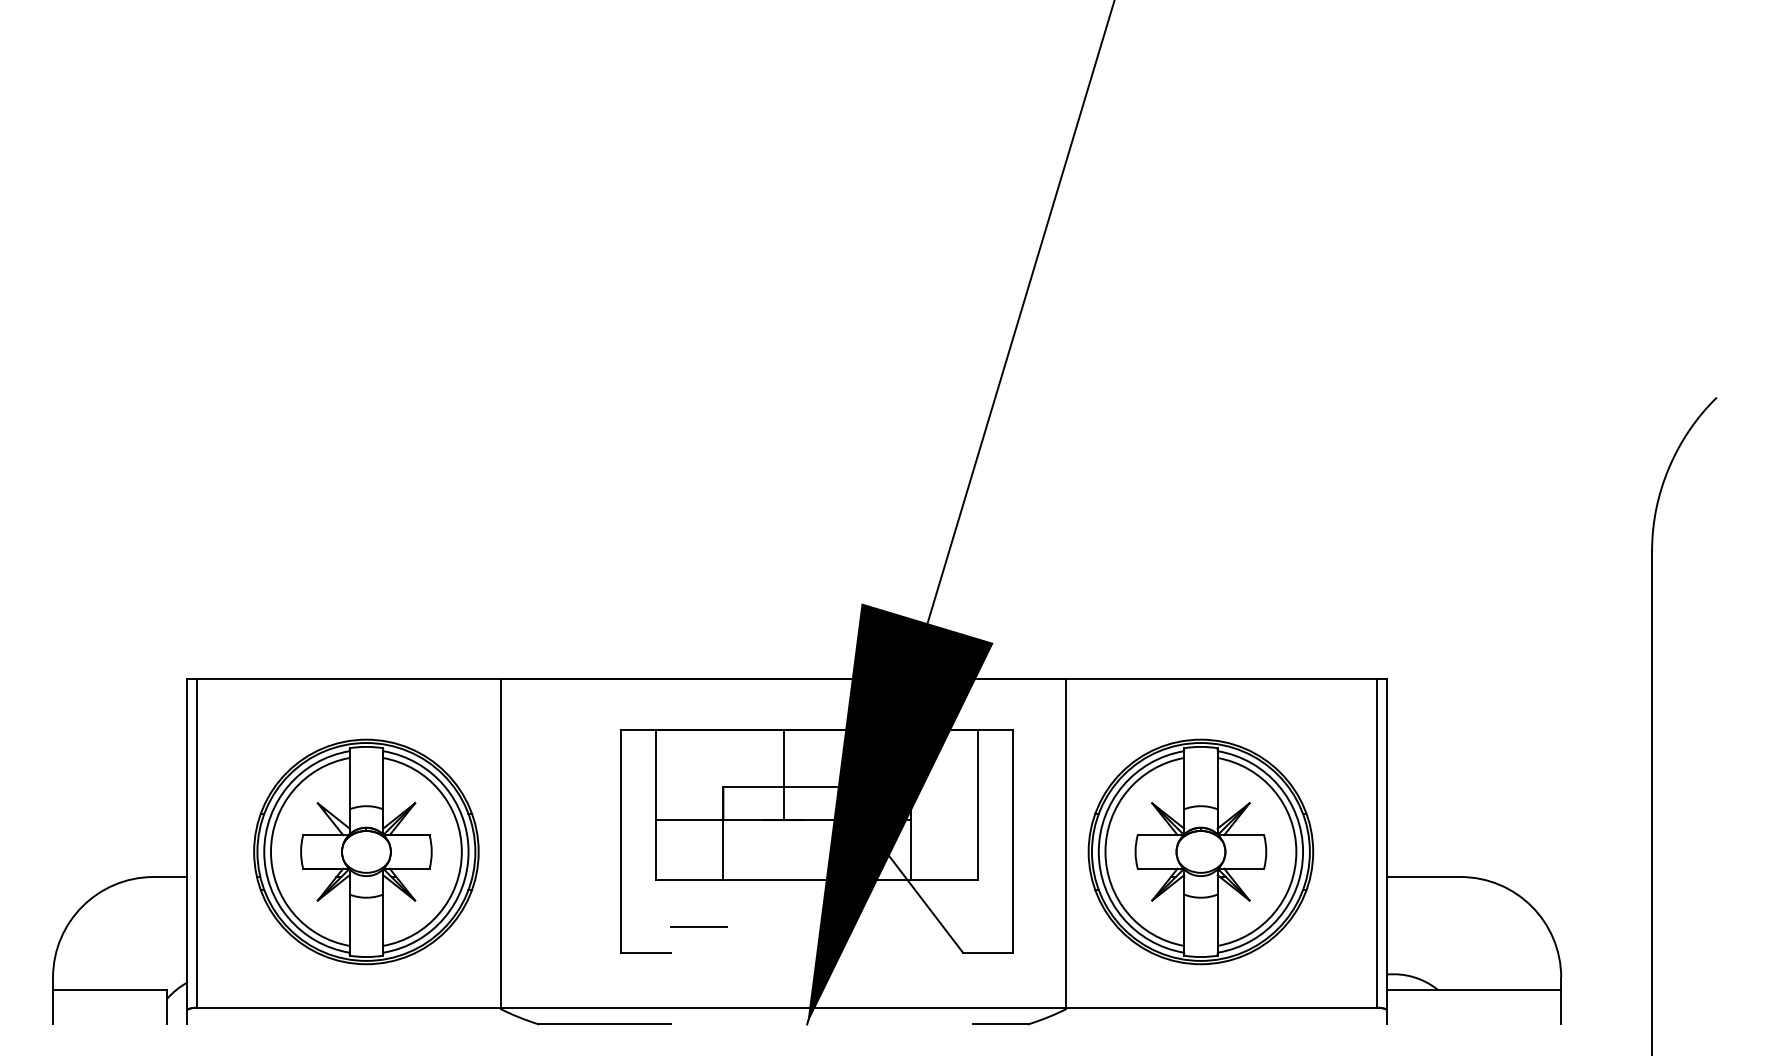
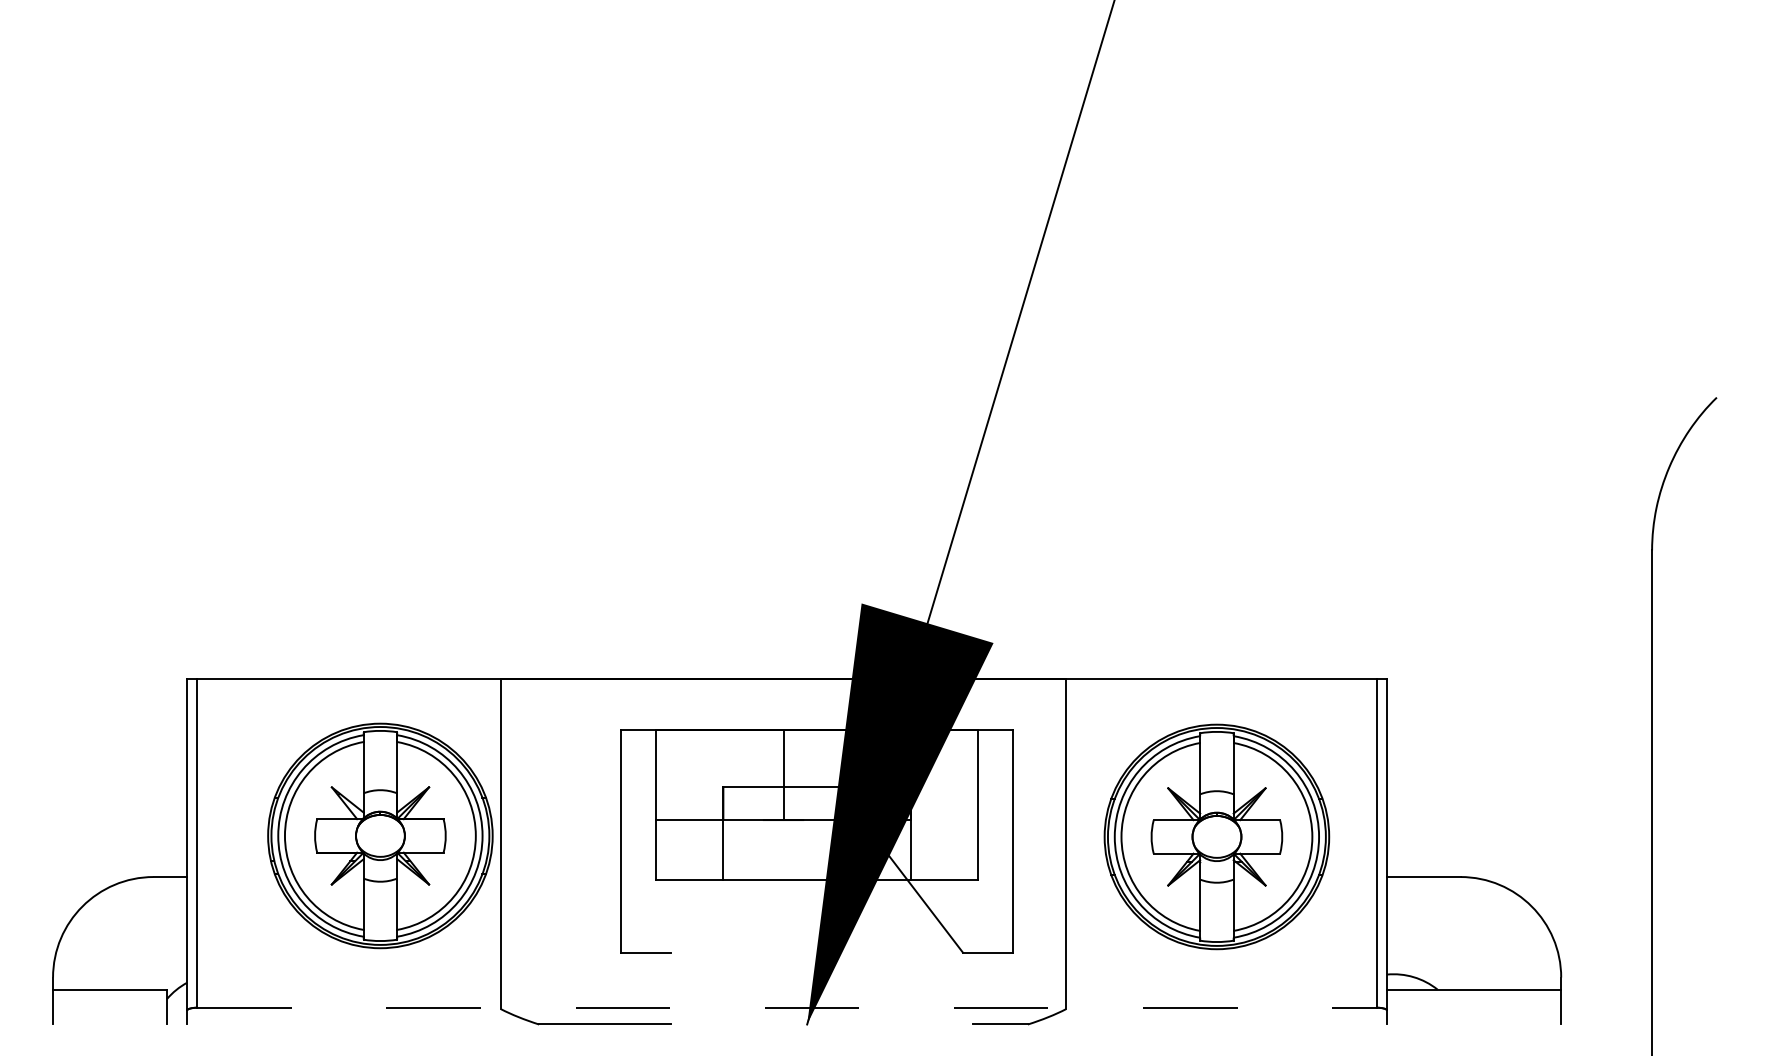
part at (366, 851) position: (366, 851) -> (380, 835)
part at (1200, 851) position: (1200, 851) -> (1216, 836)
line at (699, 927): present -> none
line at (787, 1007): solid -> dashed
